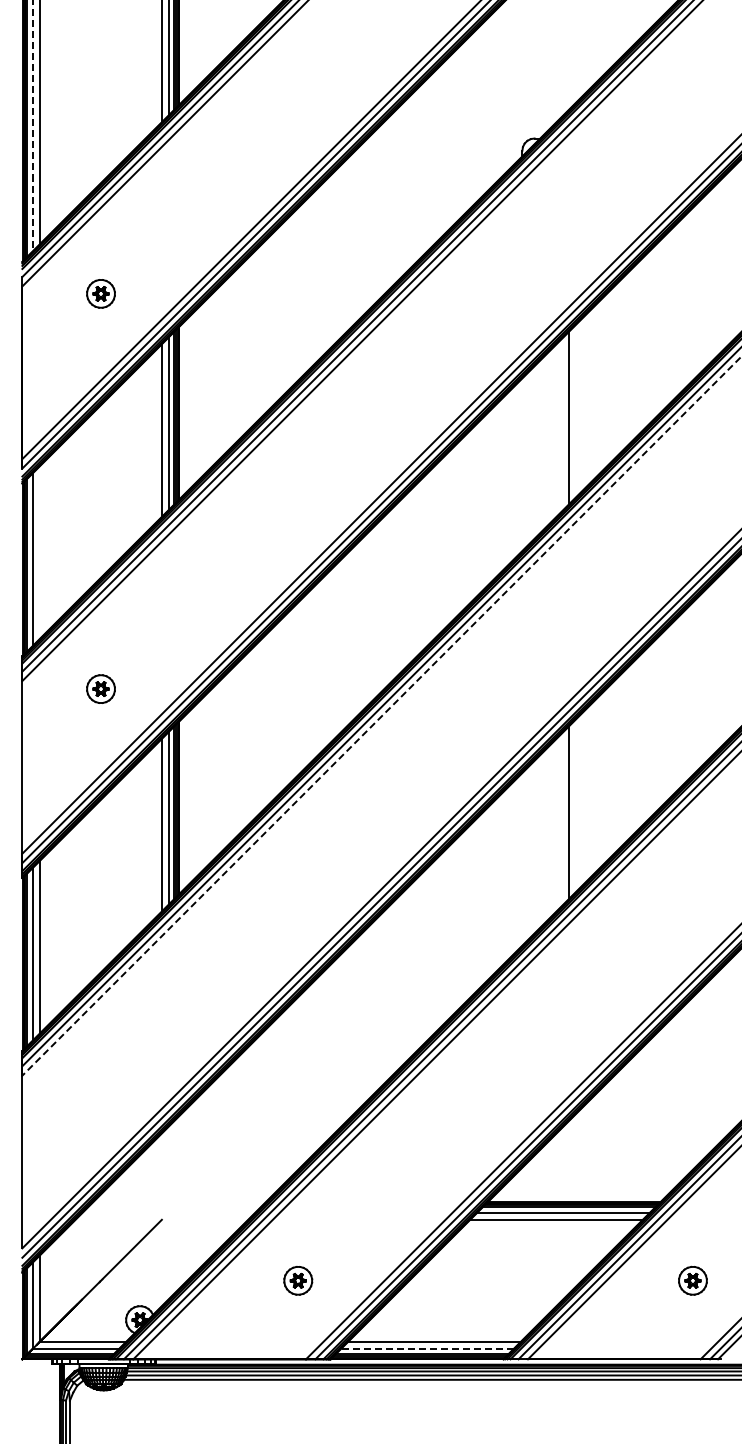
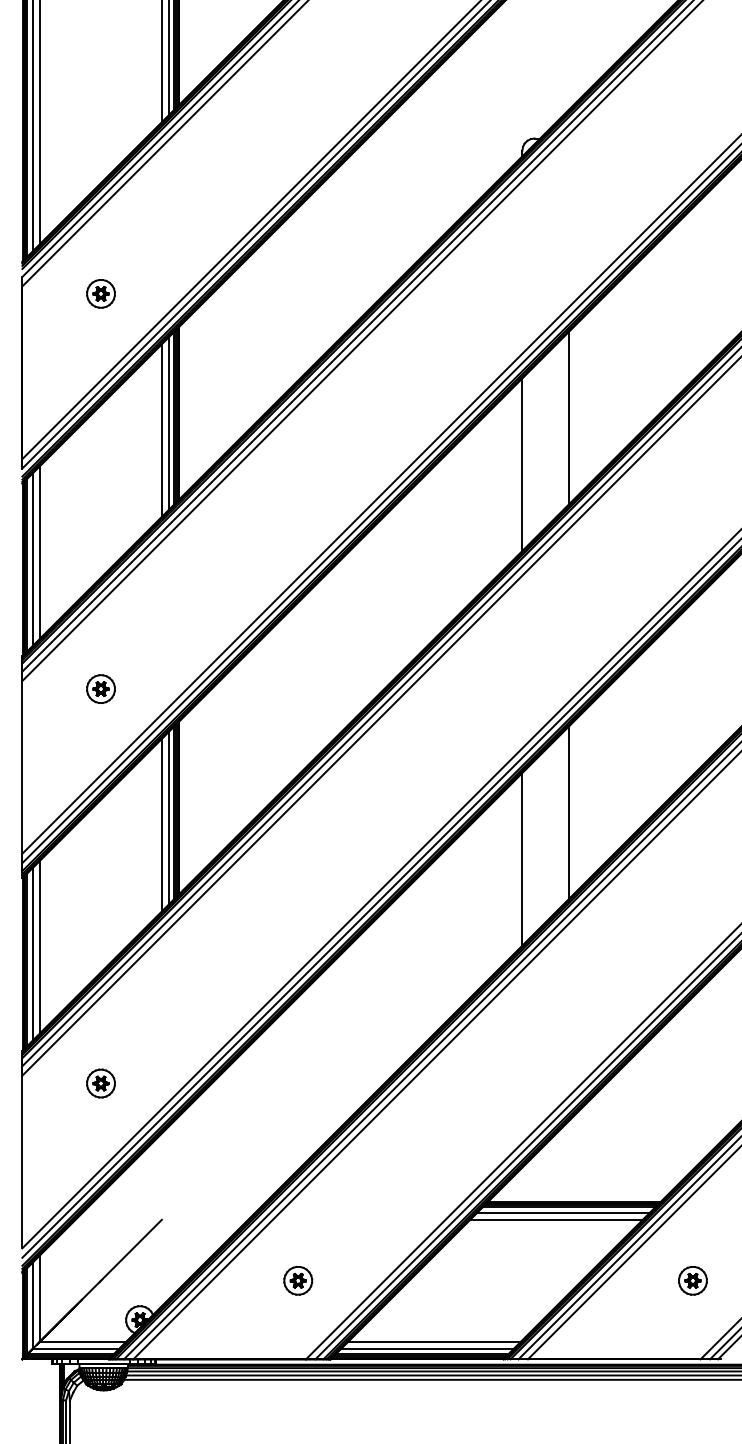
line at (33, 126): dashed -> solid
line at (522, 464): none -> present
line at (39, 552): none -> present
line at (381, 716): dashed -> solid
line at (522, 859): none -> present
part at (100, 1083): none -> present
line at (427, 1348): dashed -> solid
